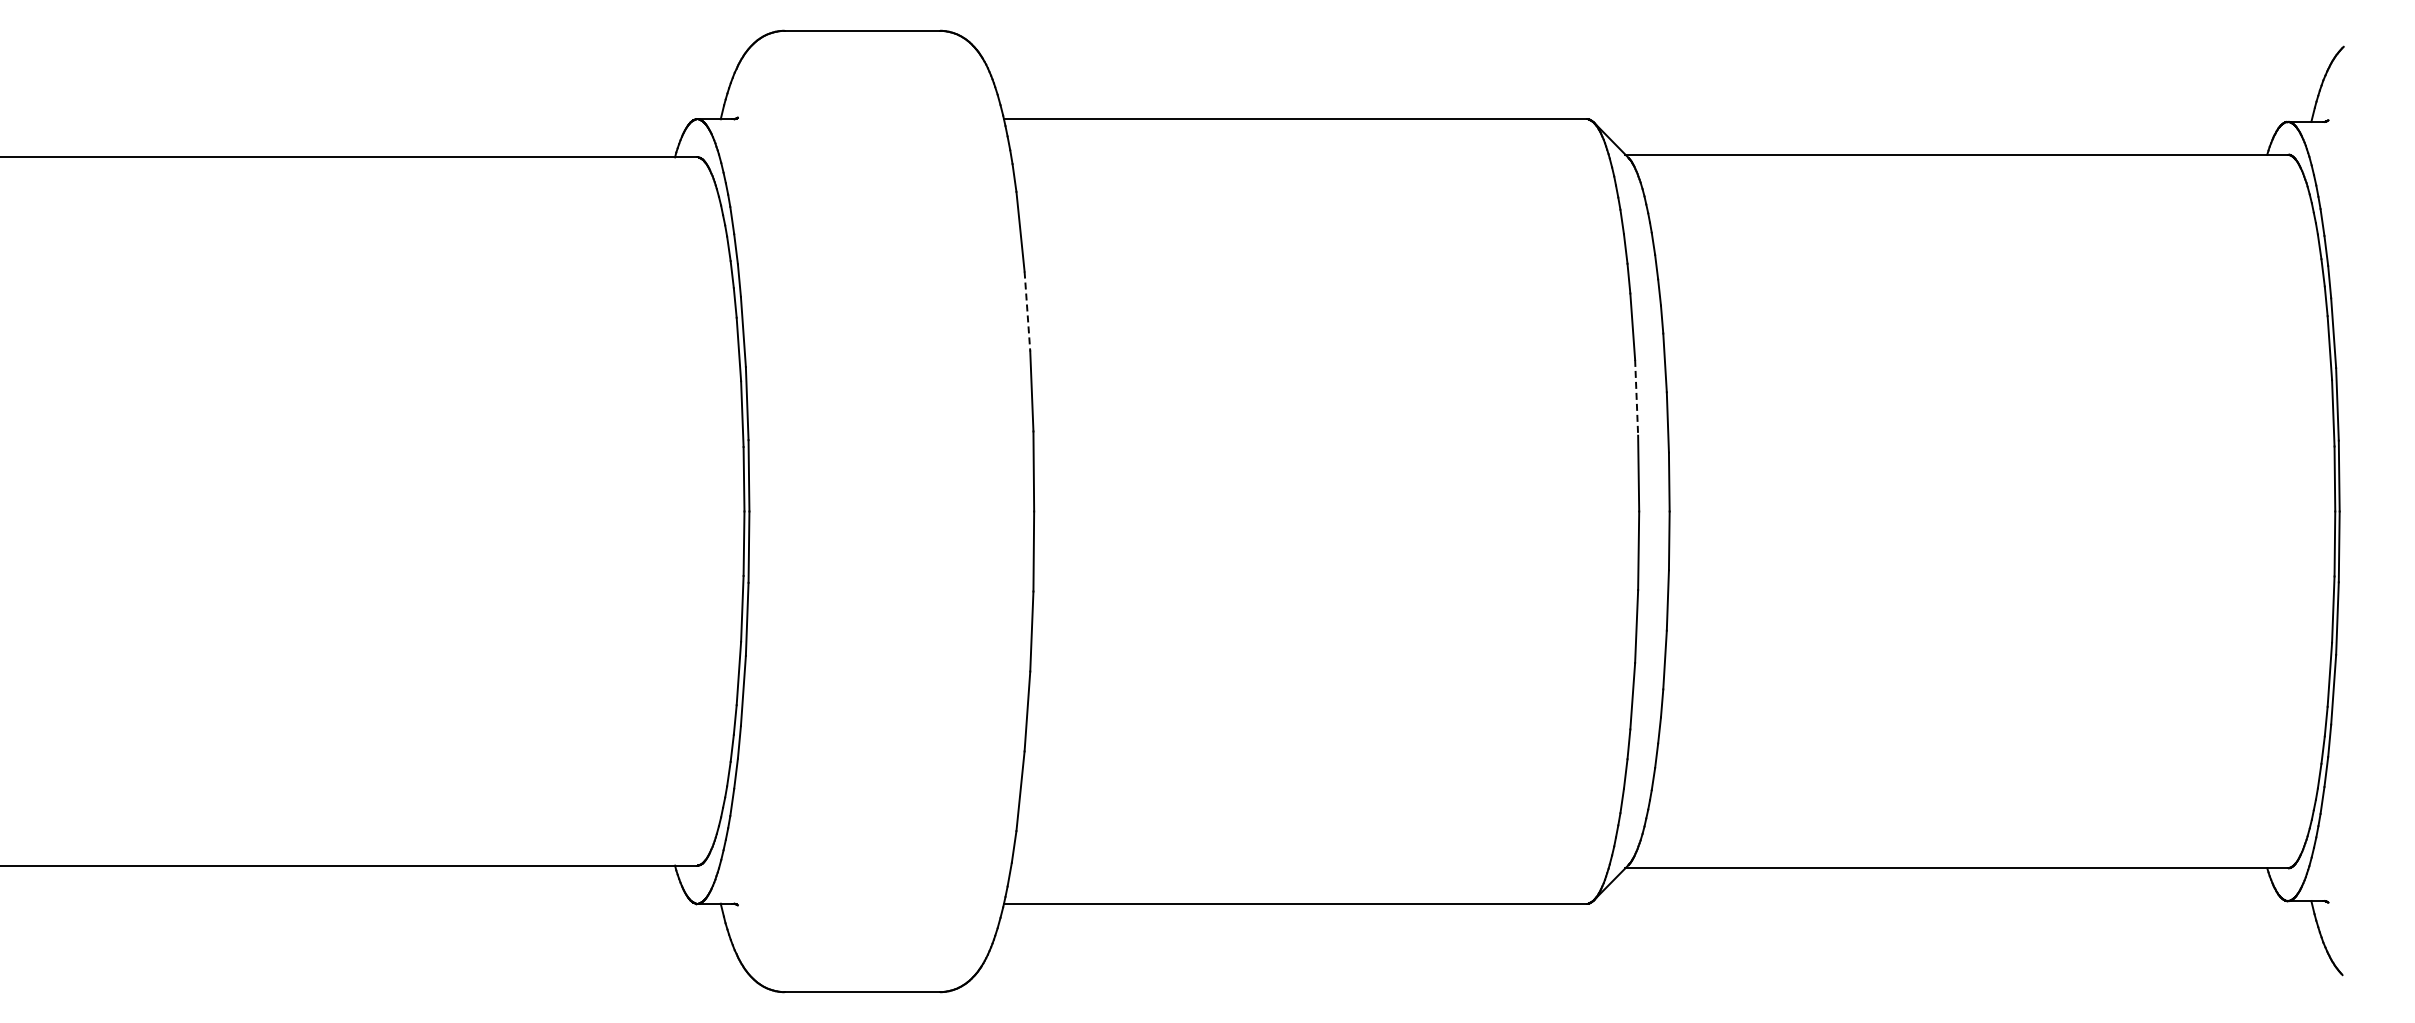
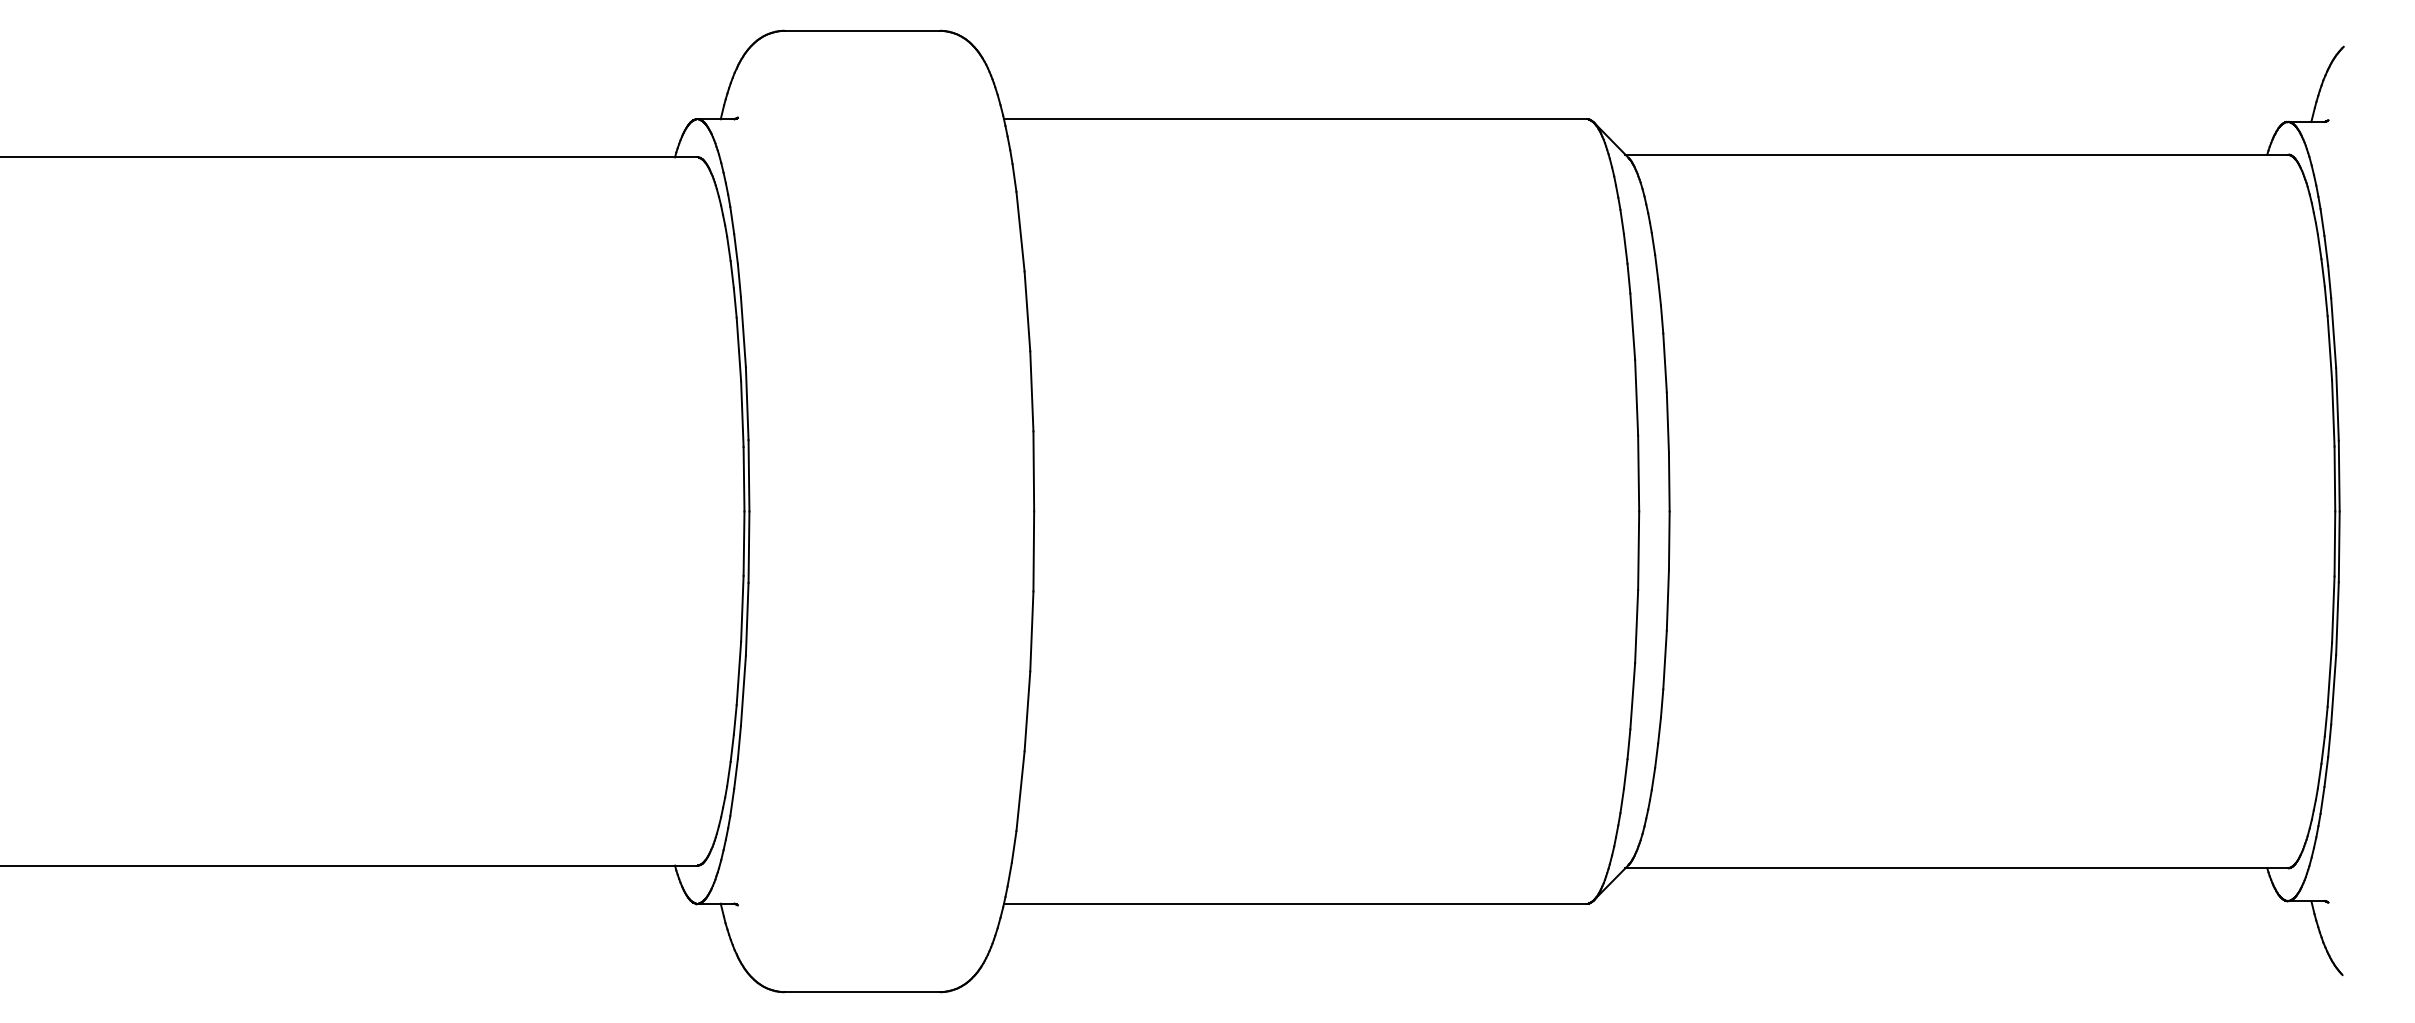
line at (1027, 311): dashed -> solid
line at (1636, 397): dashed -> solid
